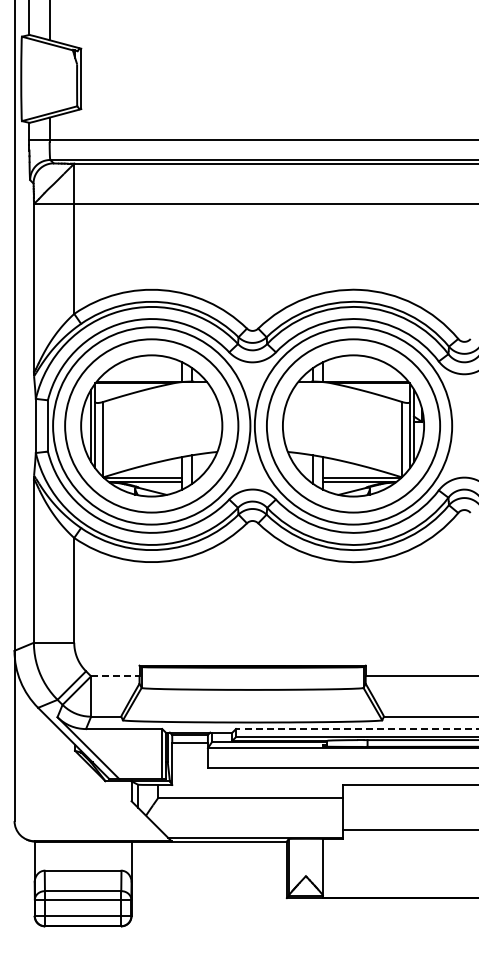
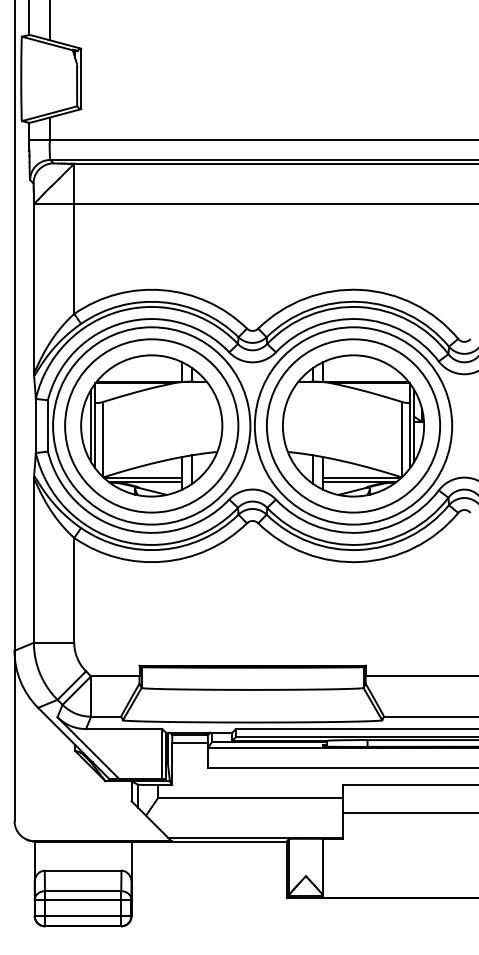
line at (115, 676): dashed -> solid
line at (357, 729): dashed -> solid
line at (409, 830) position: (409, 830) -> (409, 813)
